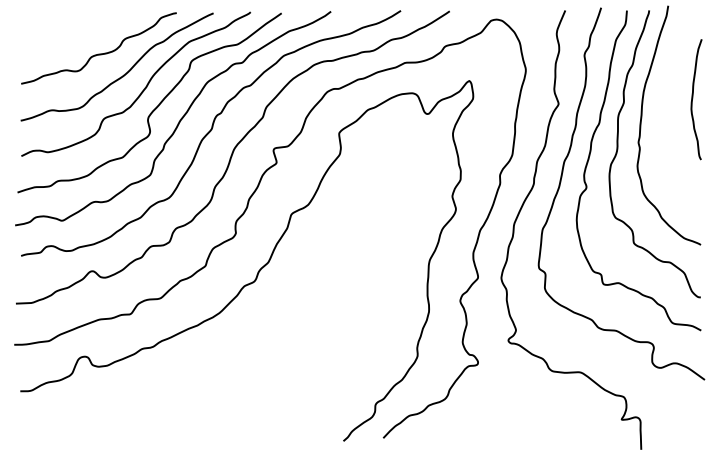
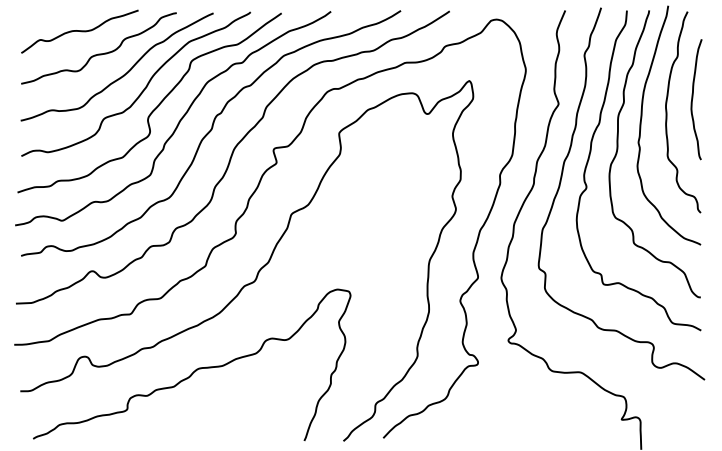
curve at (79, 31): none -> present
curve at (667, 112): none -> present
curve at (196, 368): none -> present
